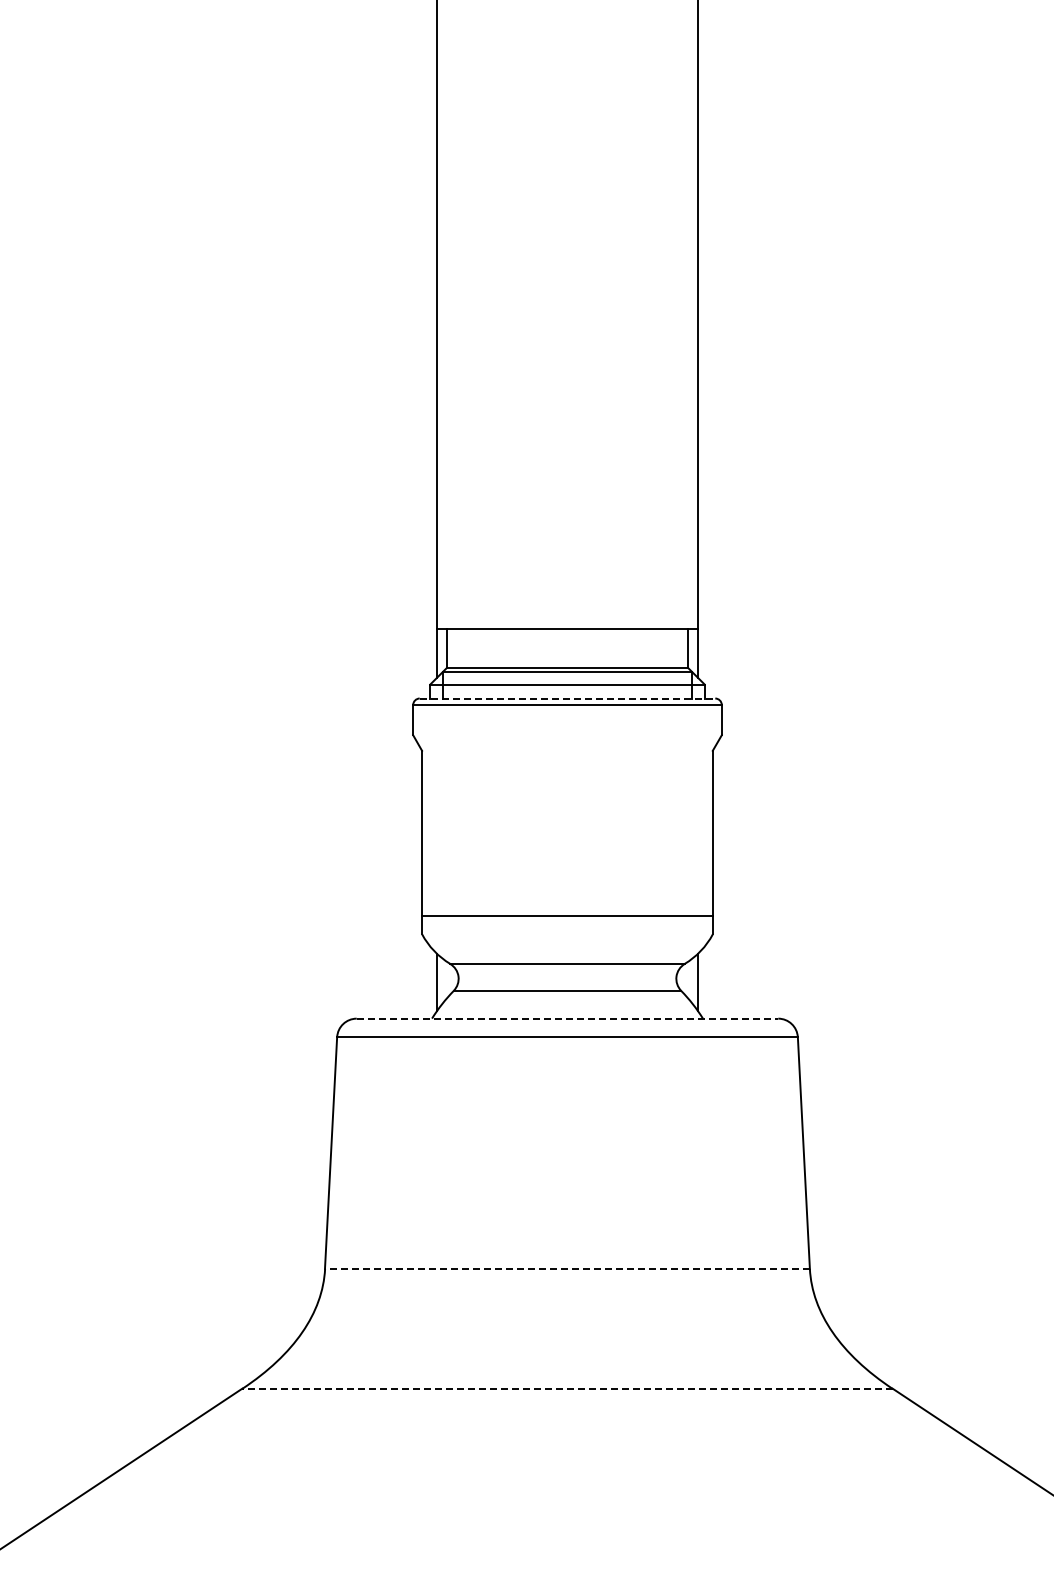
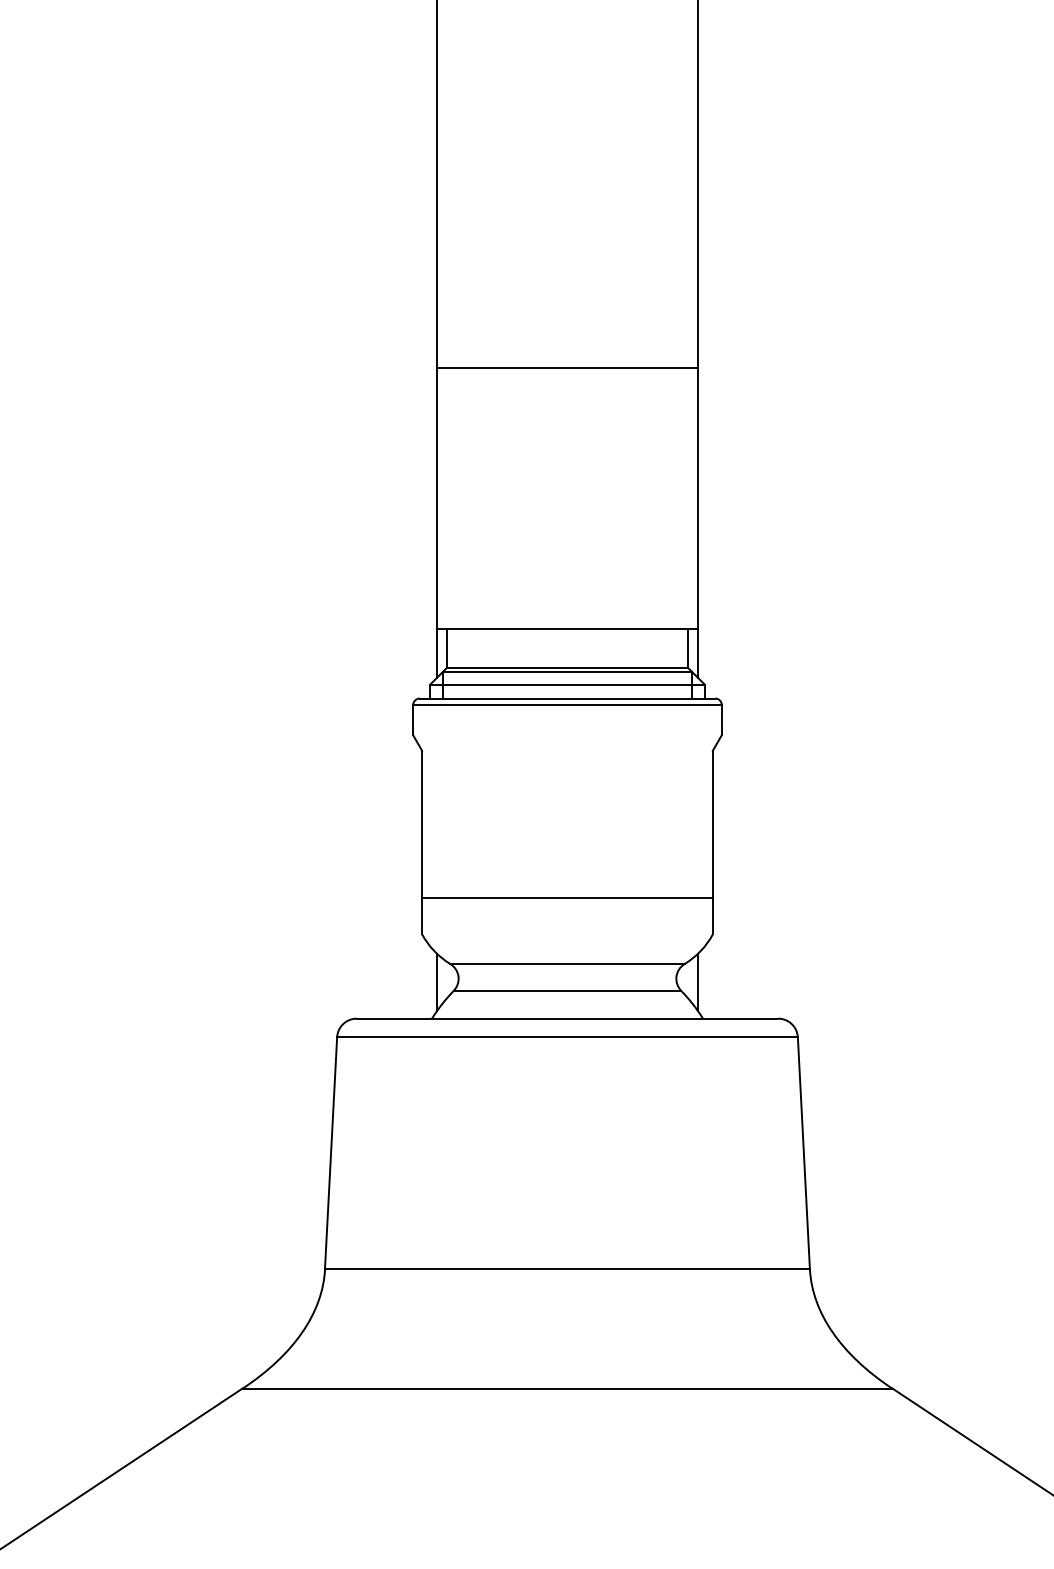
line at (567, 367): none -> present
line at (567, 698): dashed -> solid
line at (567, 916) position: (567, 916) -> (567, 898)
line at (567, 1018): dashed -> solid
line at (566, 1268): dashed -> solid
line at (567, 1388): dashed -> solid
